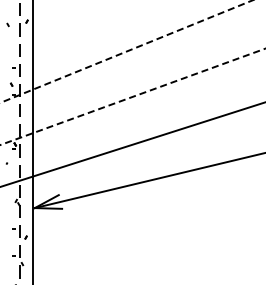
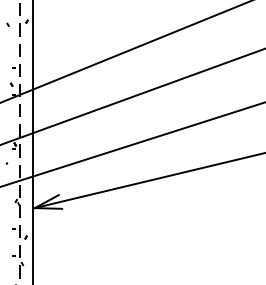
line at (127, 51): dashed -> solid
line at (132, 96): dashed -> solid
